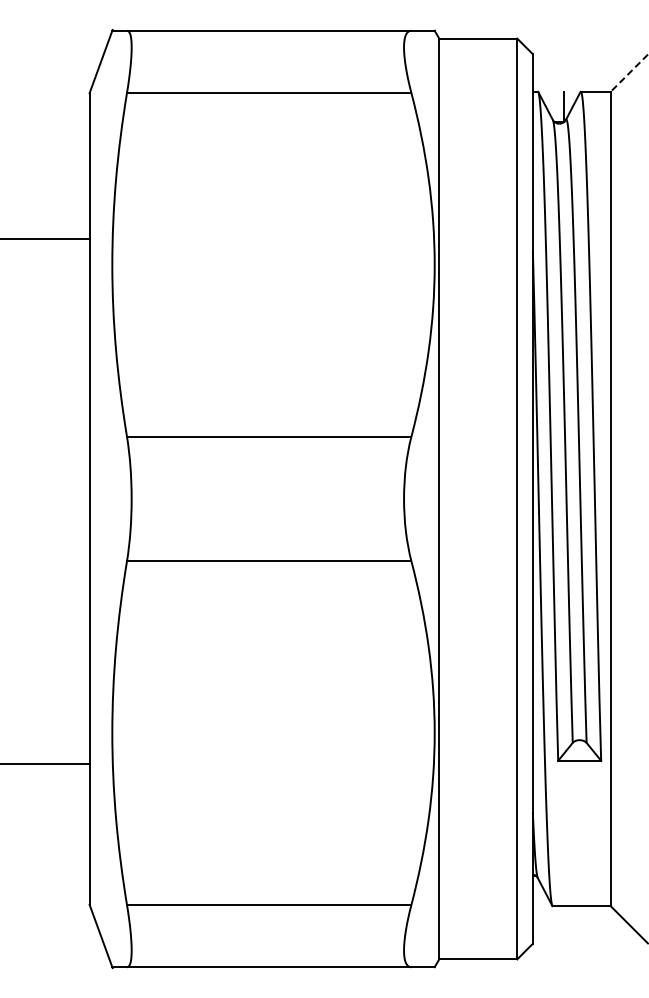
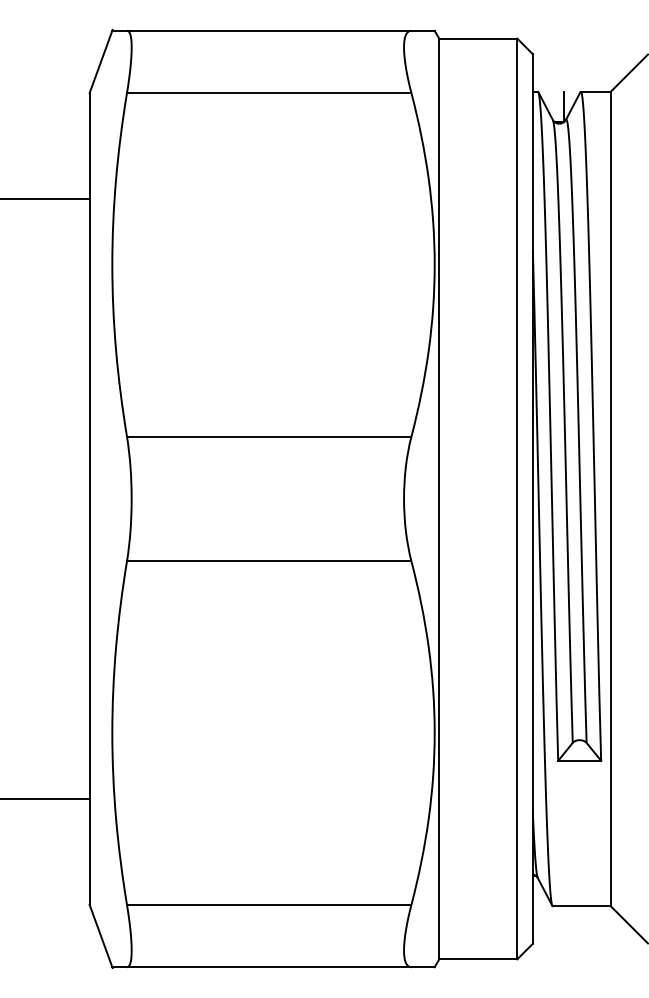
line at (629, 73): dashed -> solid
line at (45, 239) position: (45, 239) -> (45, 199)
line at (45, 763) position: (45, 763) -> (45, 798)
